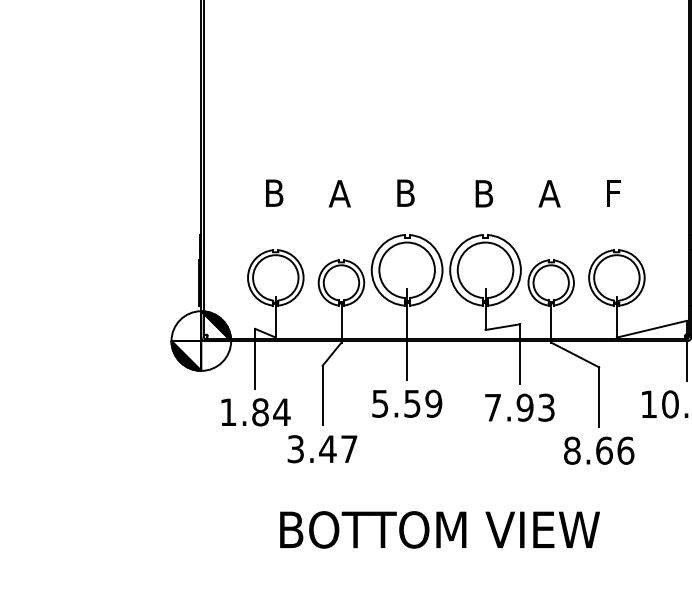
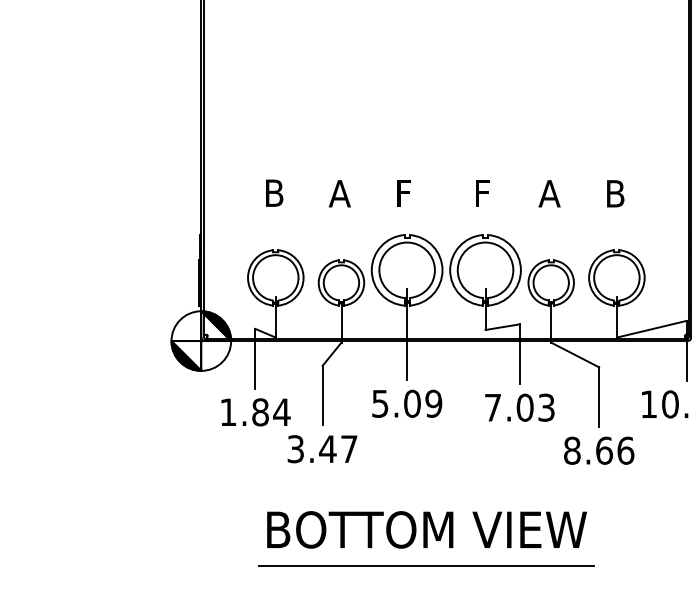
text at (405, 192): B -> F
text at (484, 193): B -> F
text at (615, 193): F -> B
text at (412, 403): 5.59 -> 5.09
text at (524, 407): 7.93 -> 7.03
text at (439, 529) position: (439, 529) -> (426, 529)
line at (426, 565): none -> present
